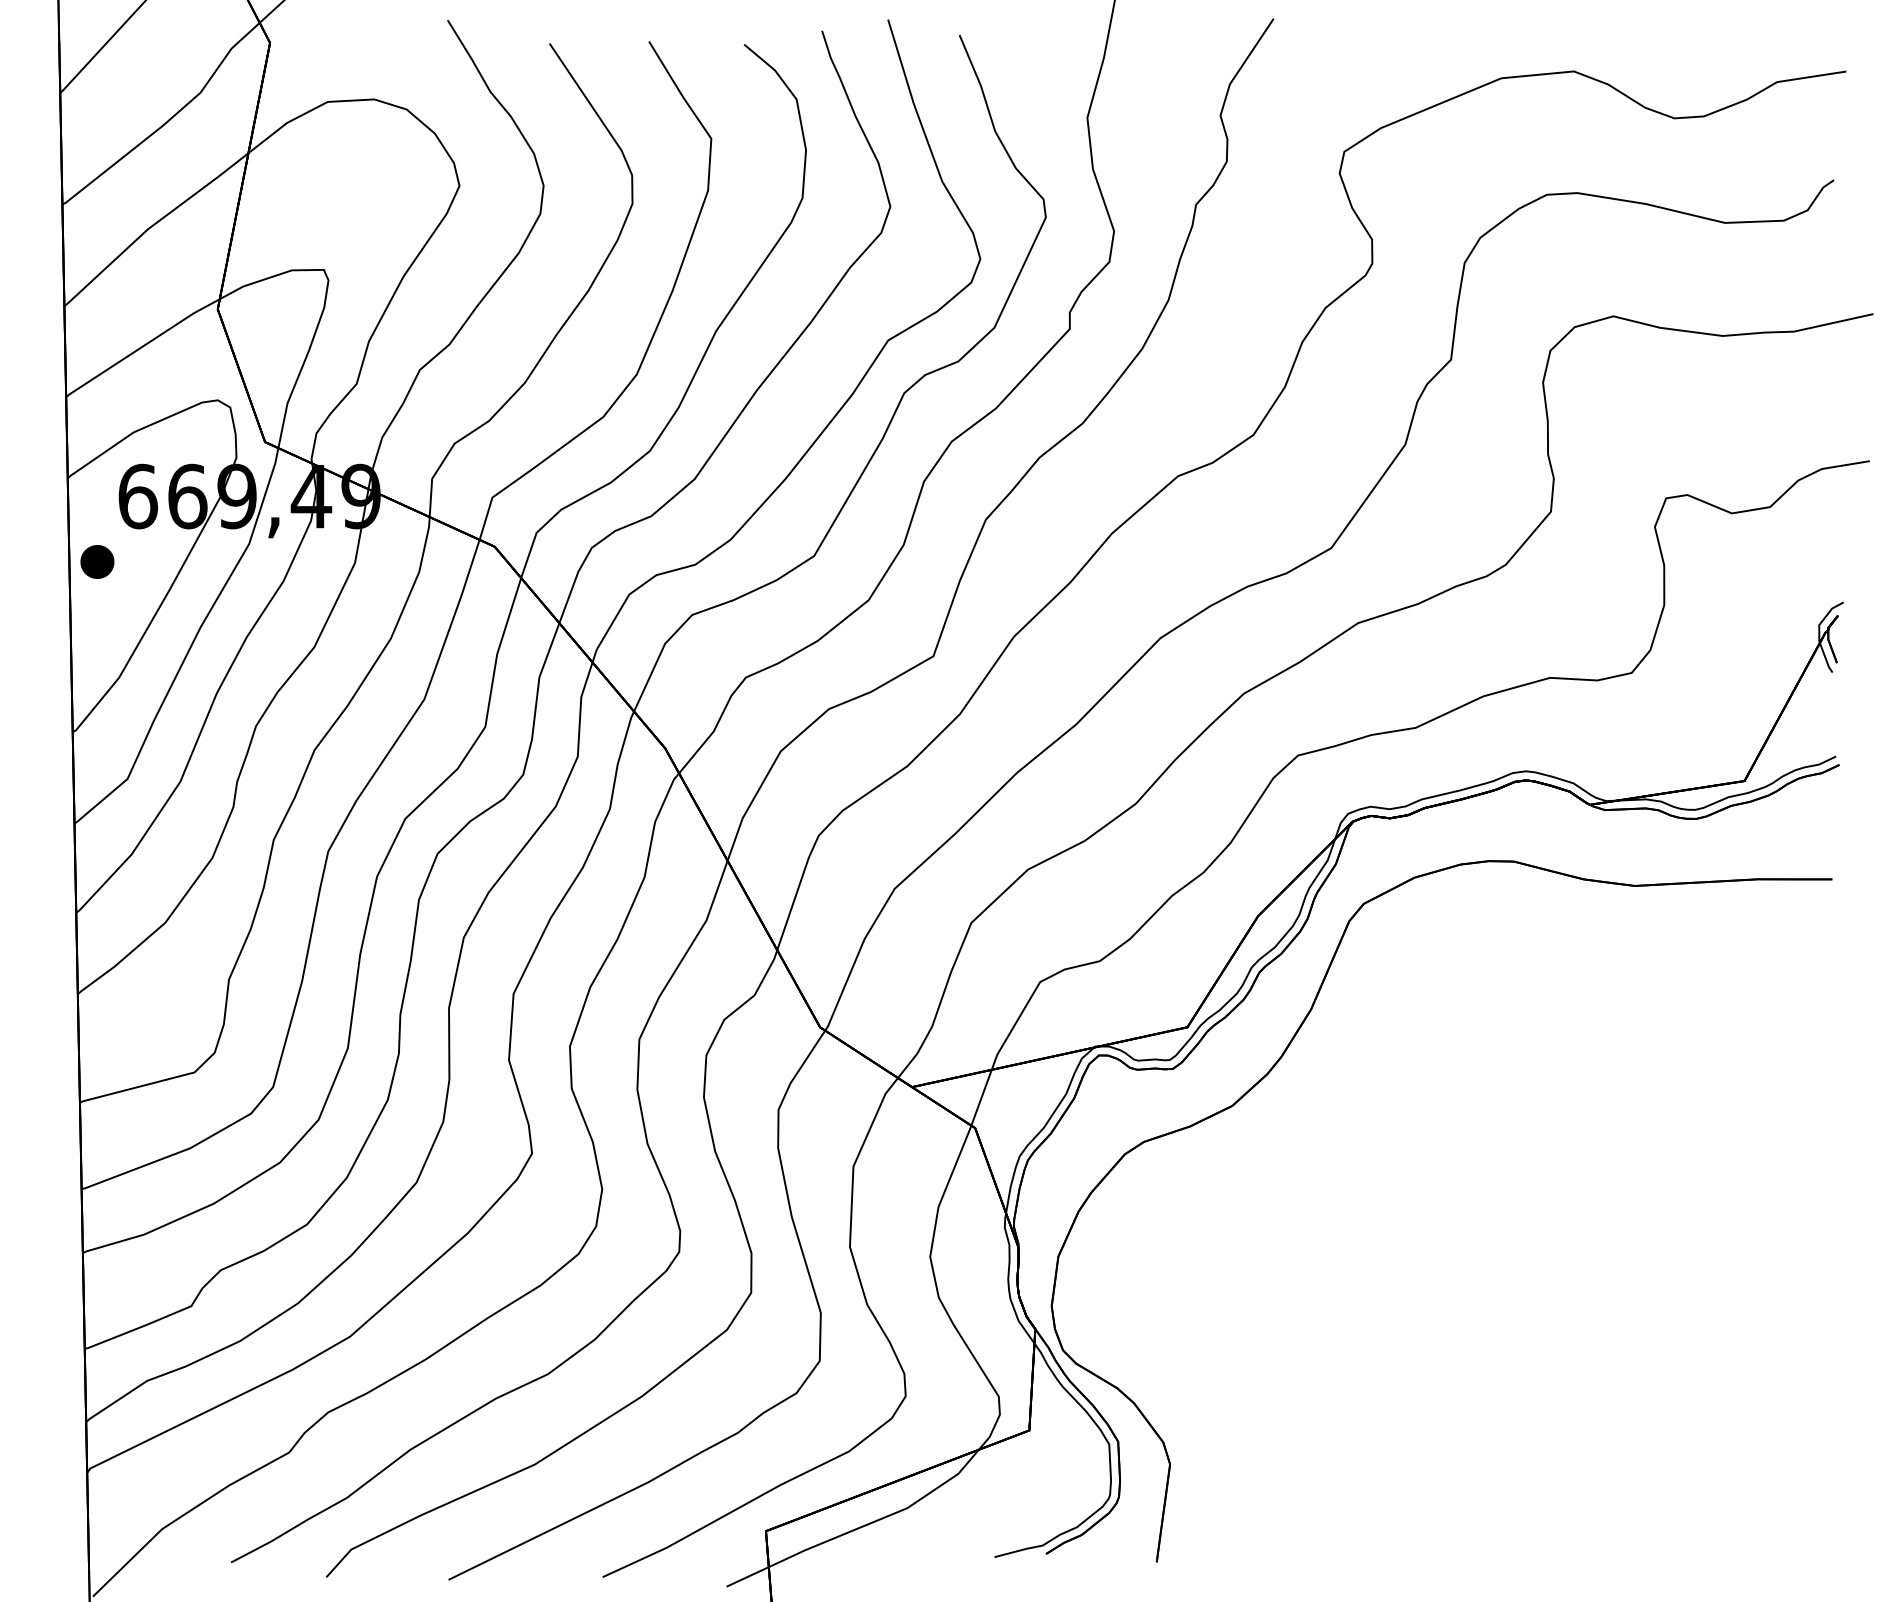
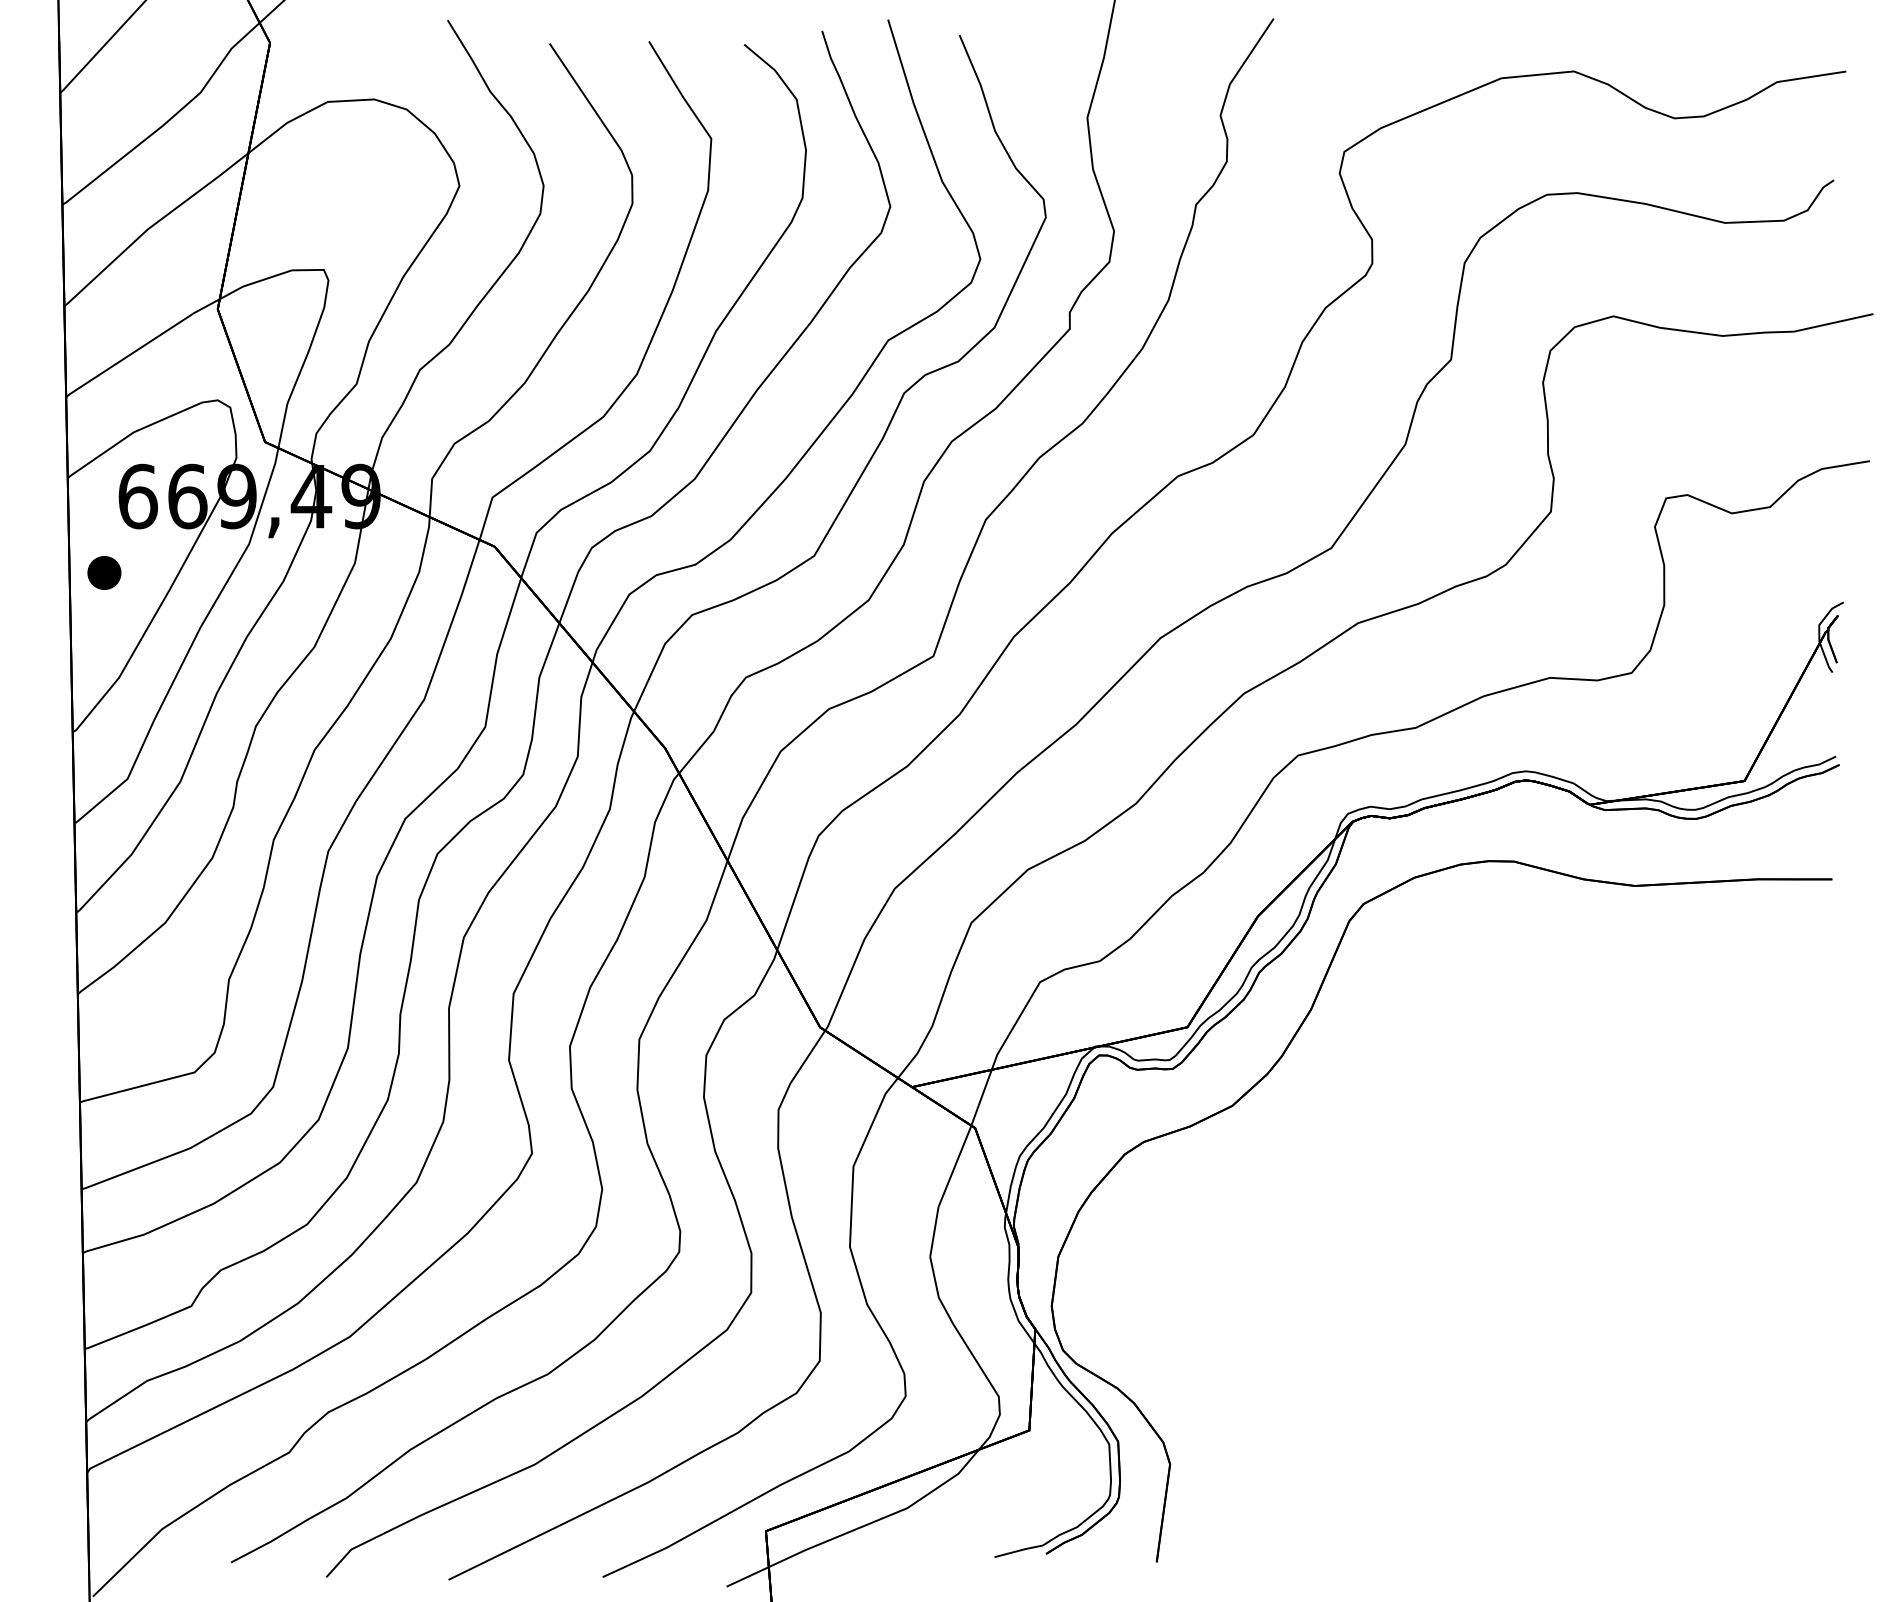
part at (97, 561) position: (97, 561) -> (104, 572)
